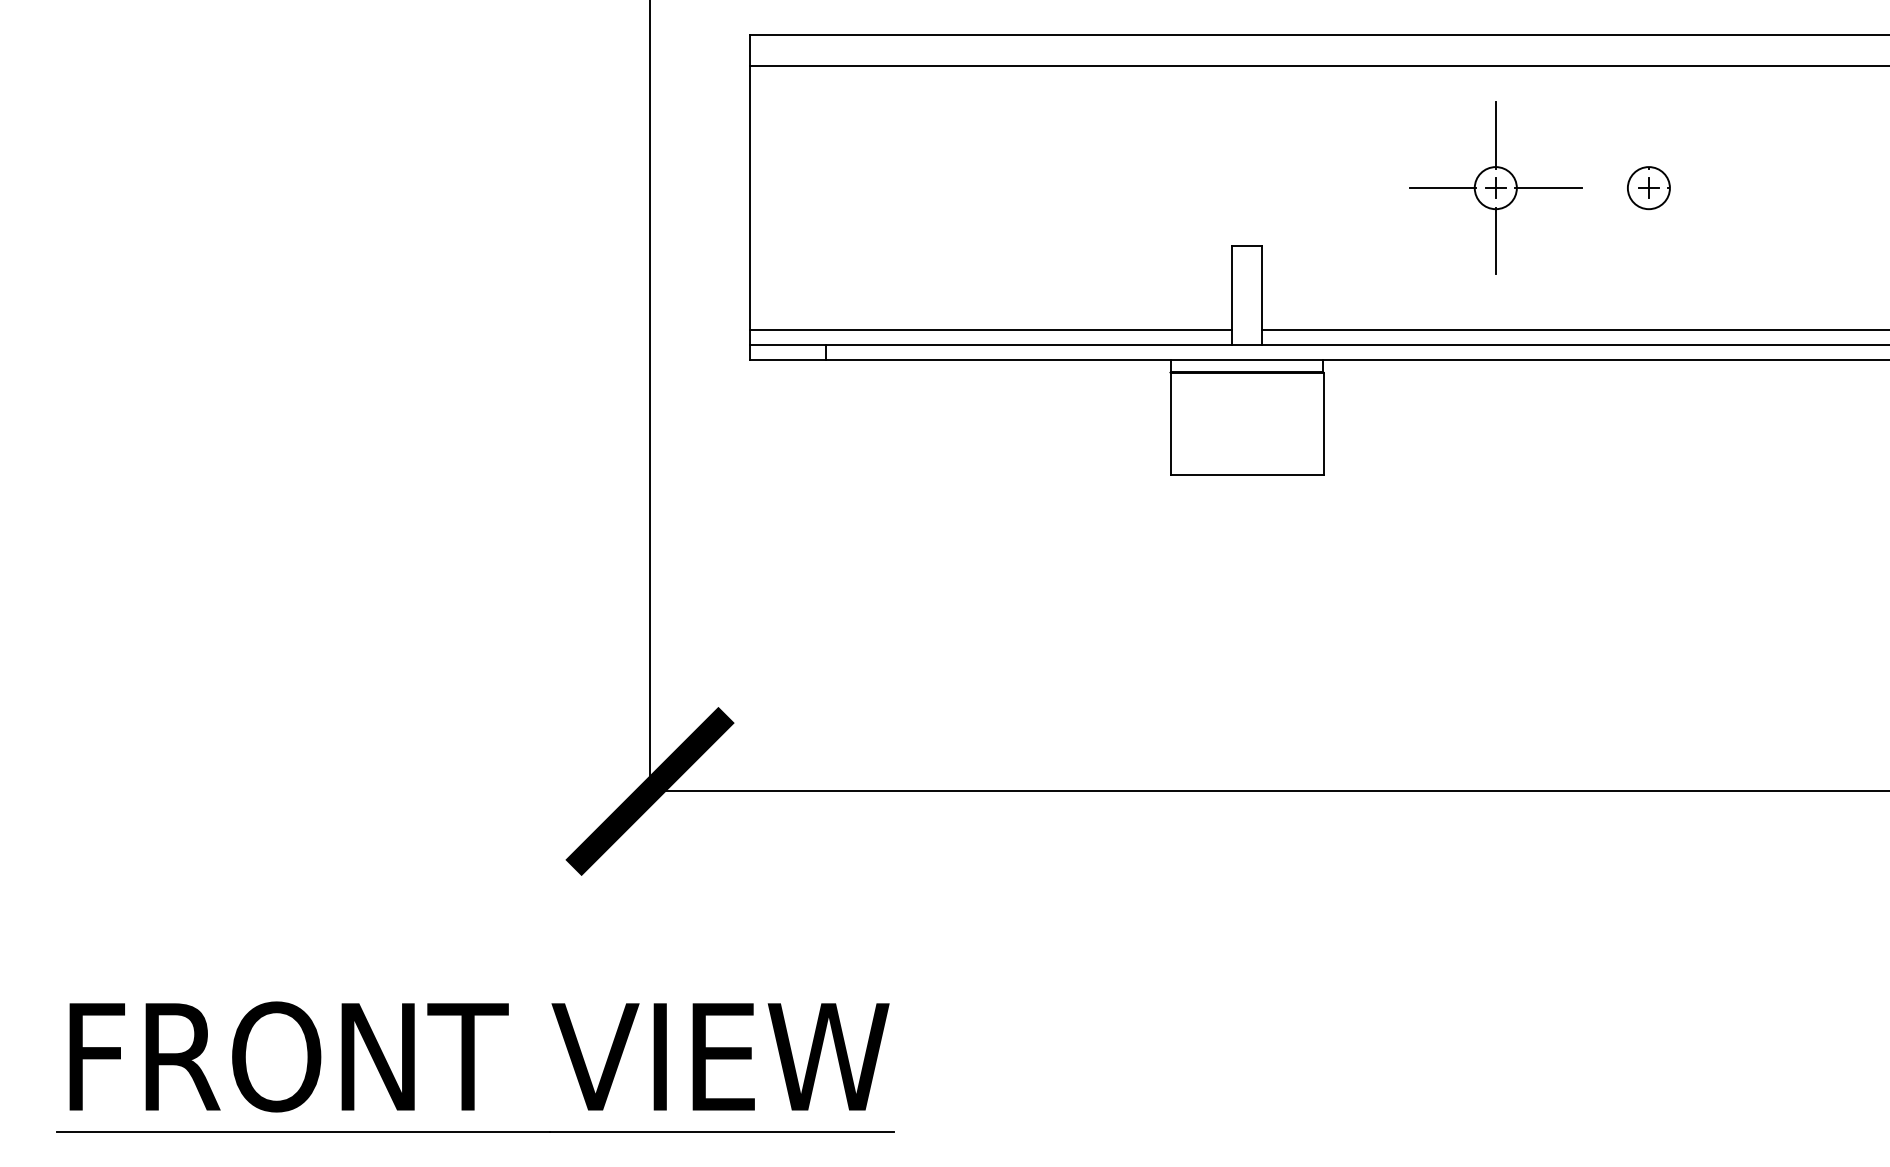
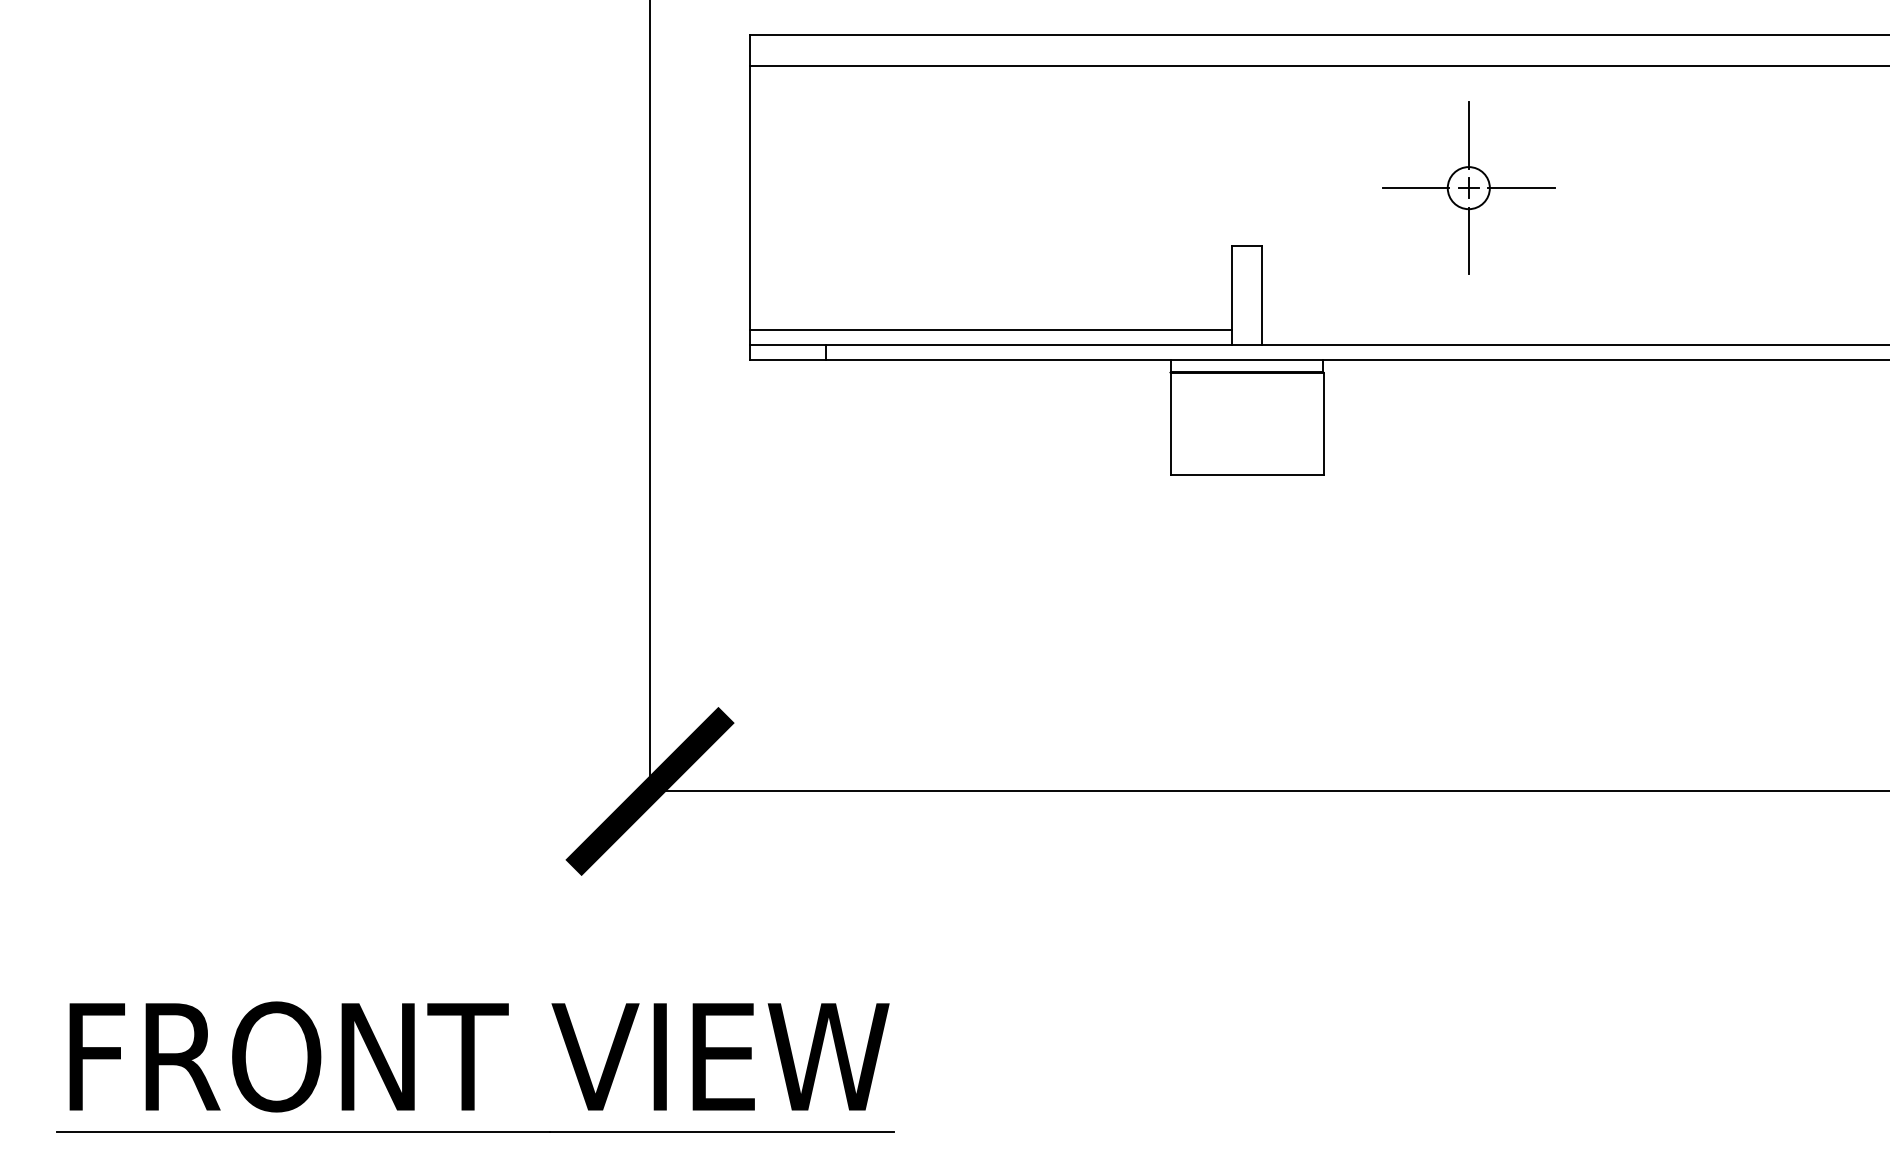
part at (1495, 187) position: (1495, 187) -> (1468, 187)
part at (1648, 188): present -> none
line at (1574, 329): present -> none
